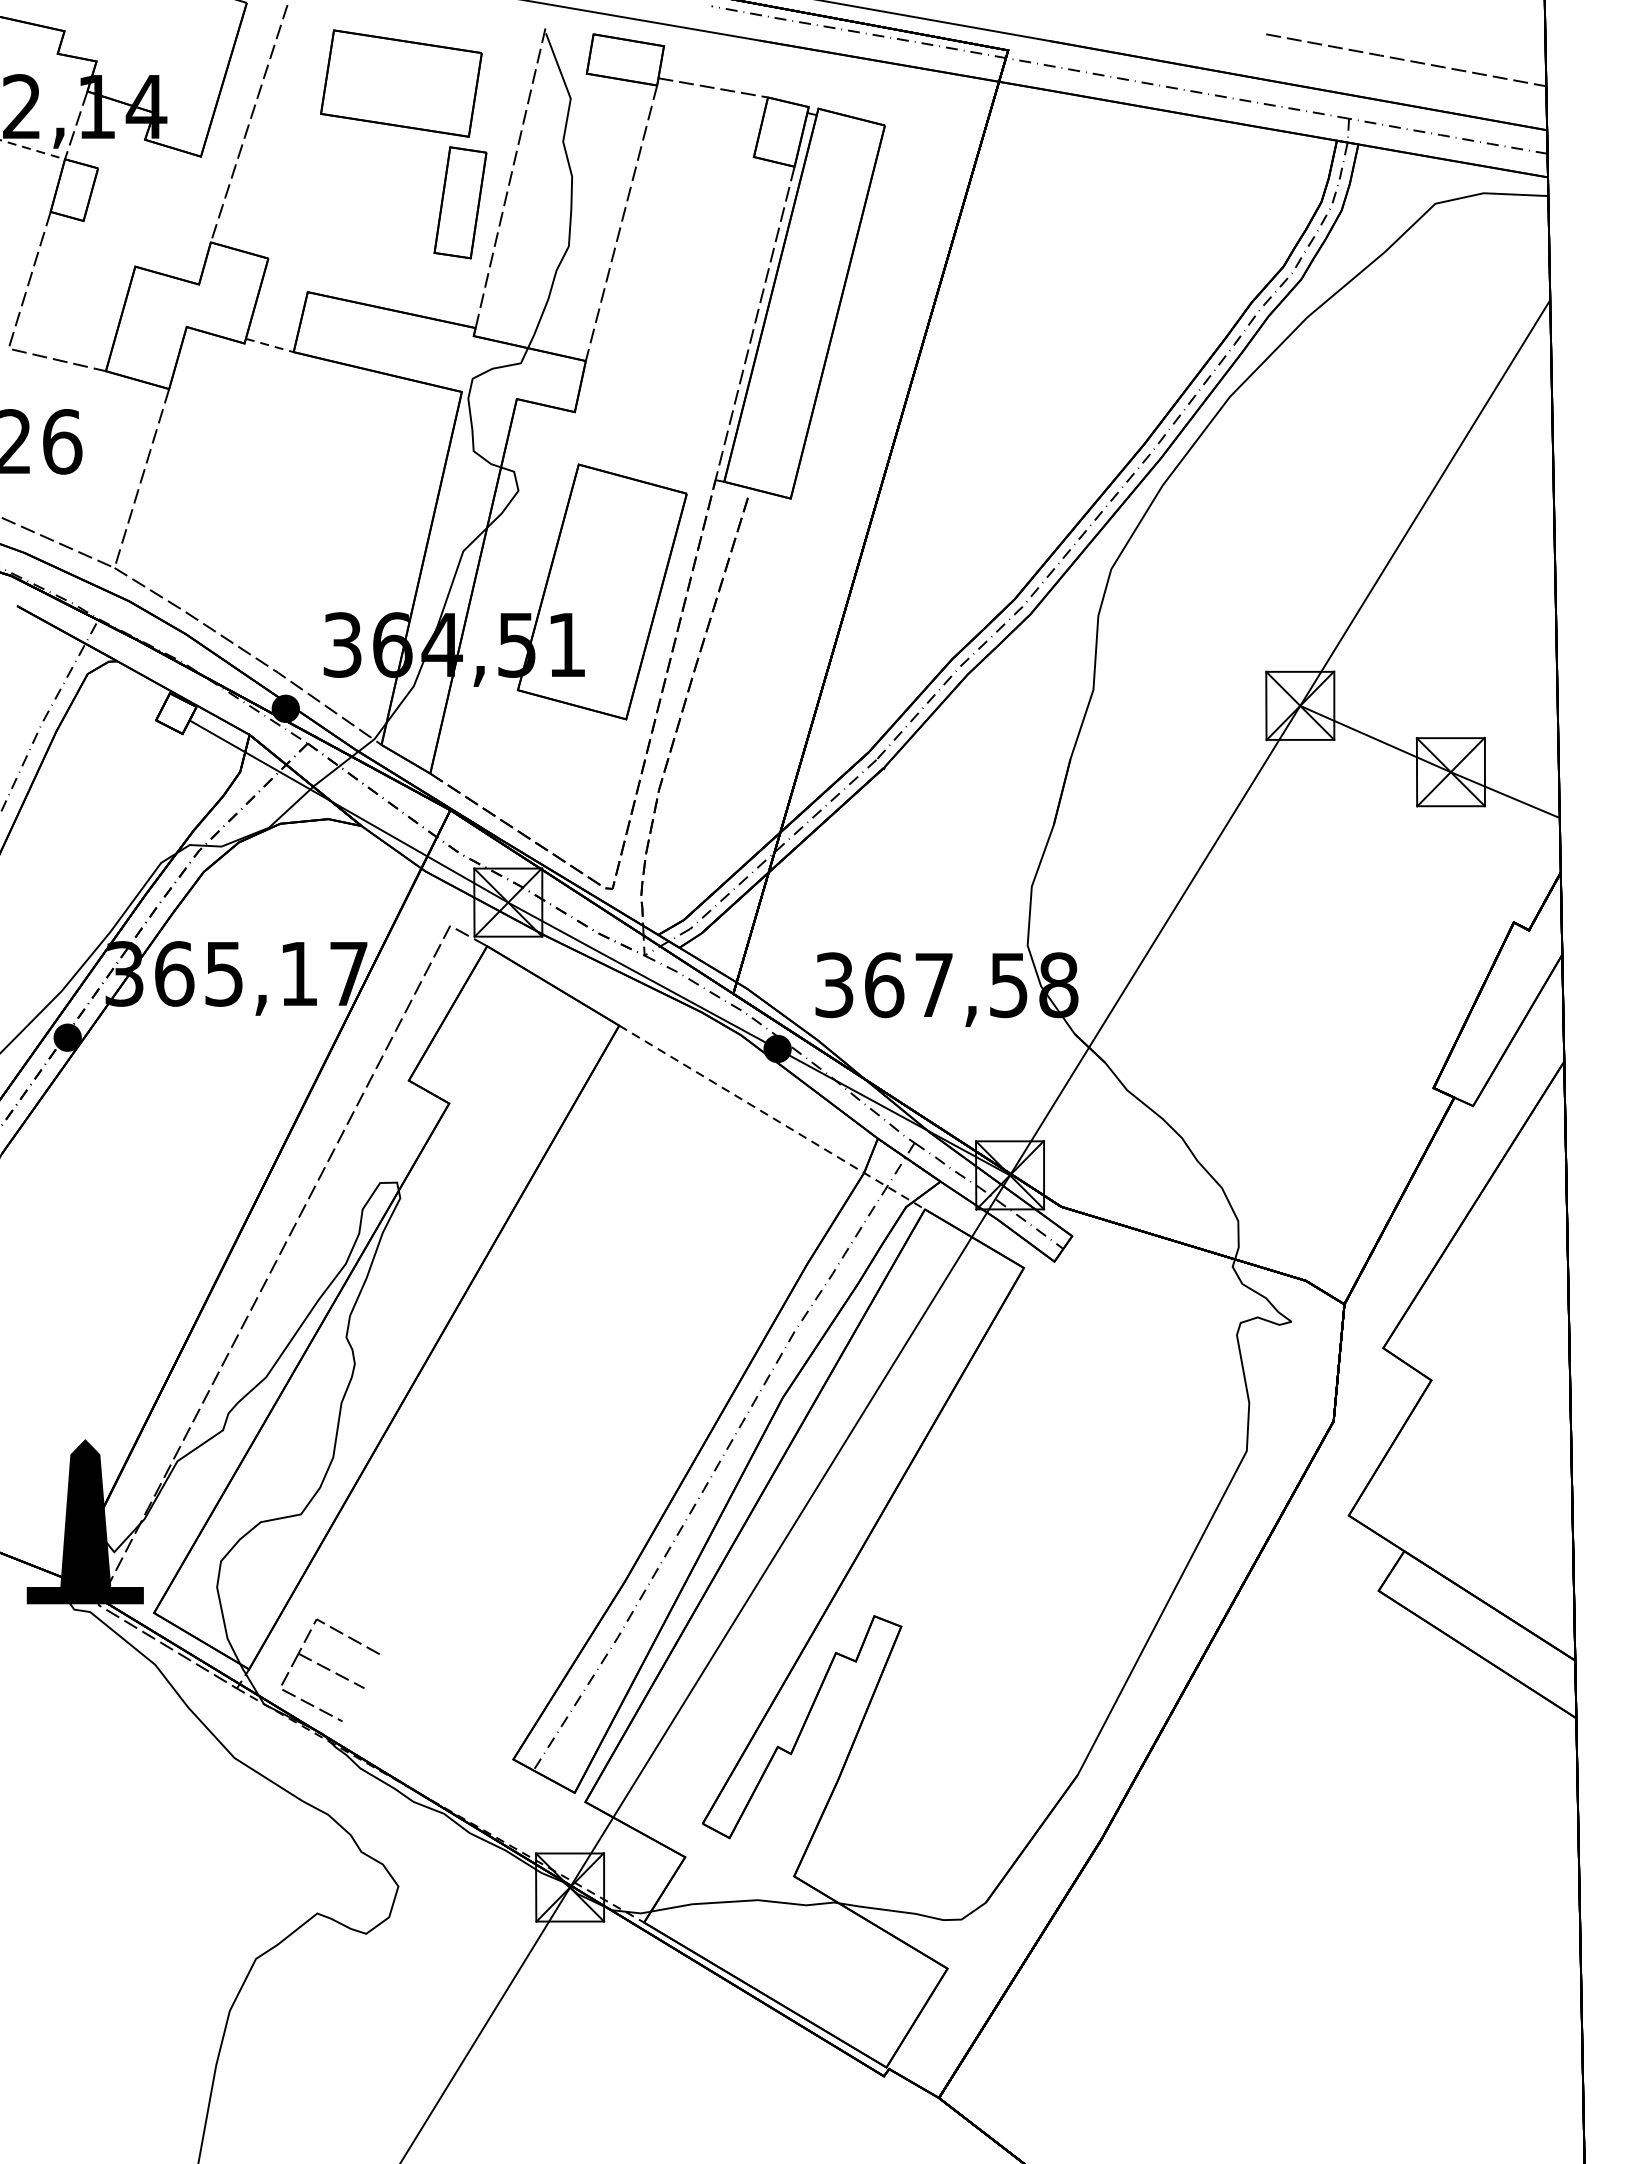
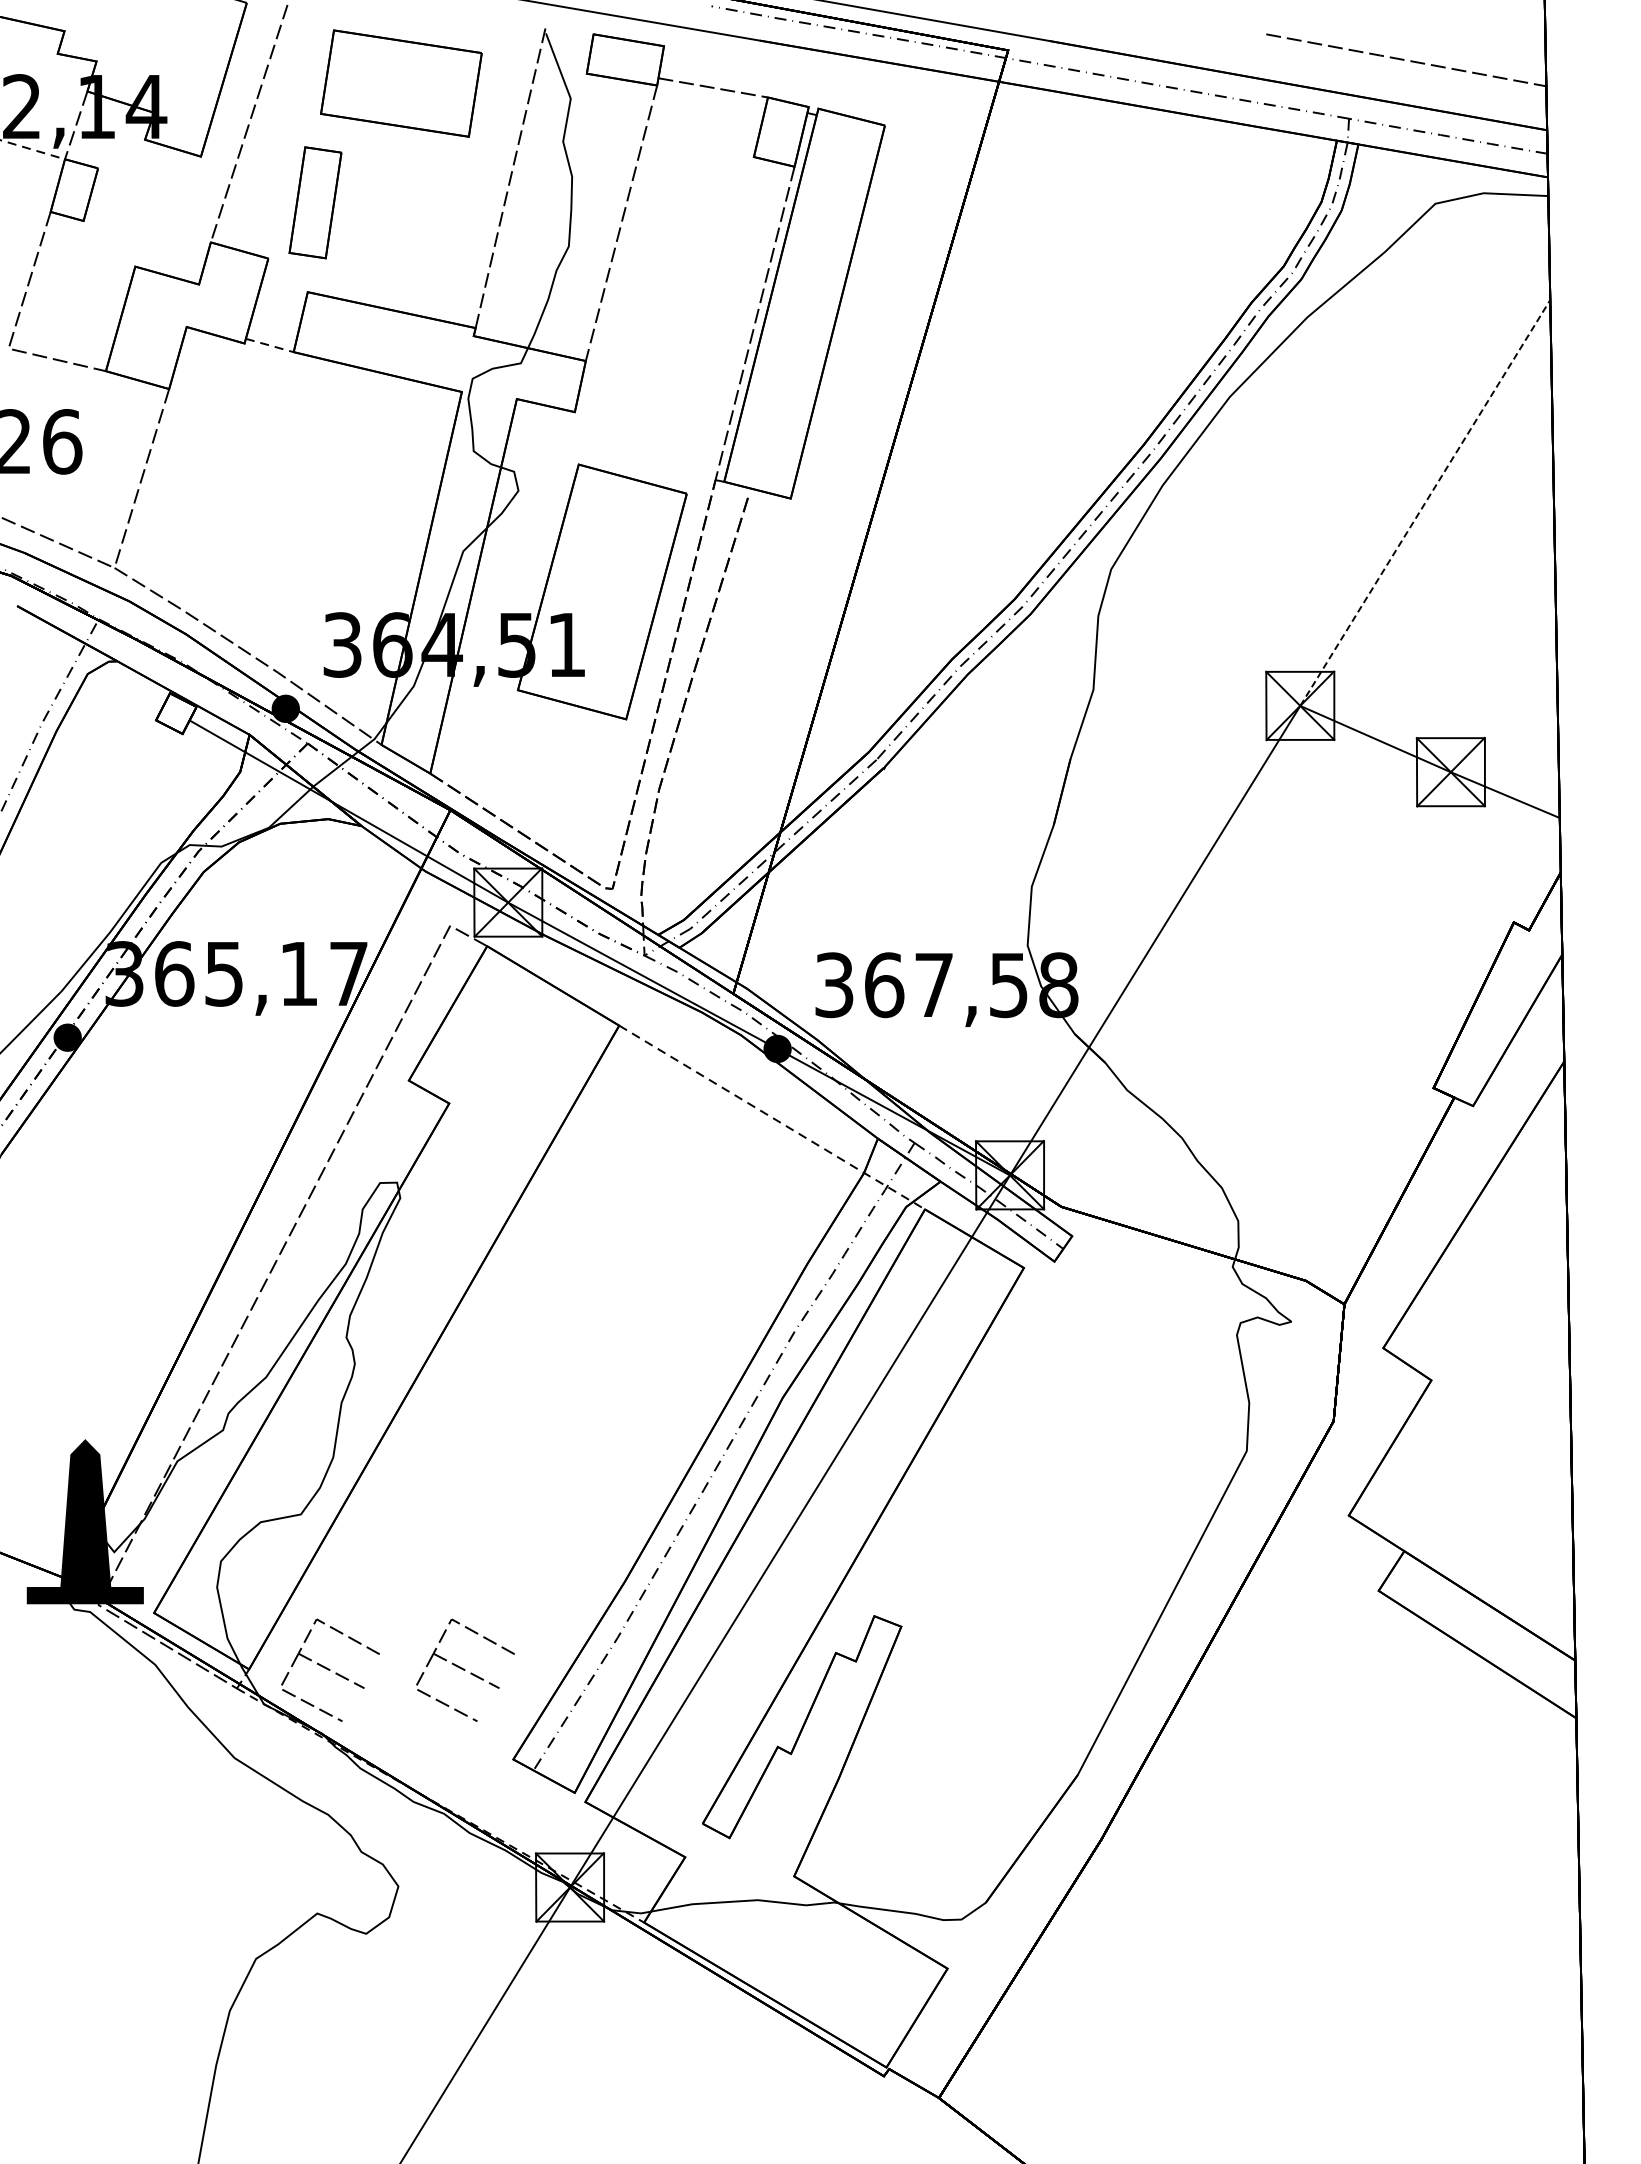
part at (460, 202) position: (460, 202) -> (315, 202)
line at (1425, 502): solid -> dashed
part at (465, 1669): none -> present
